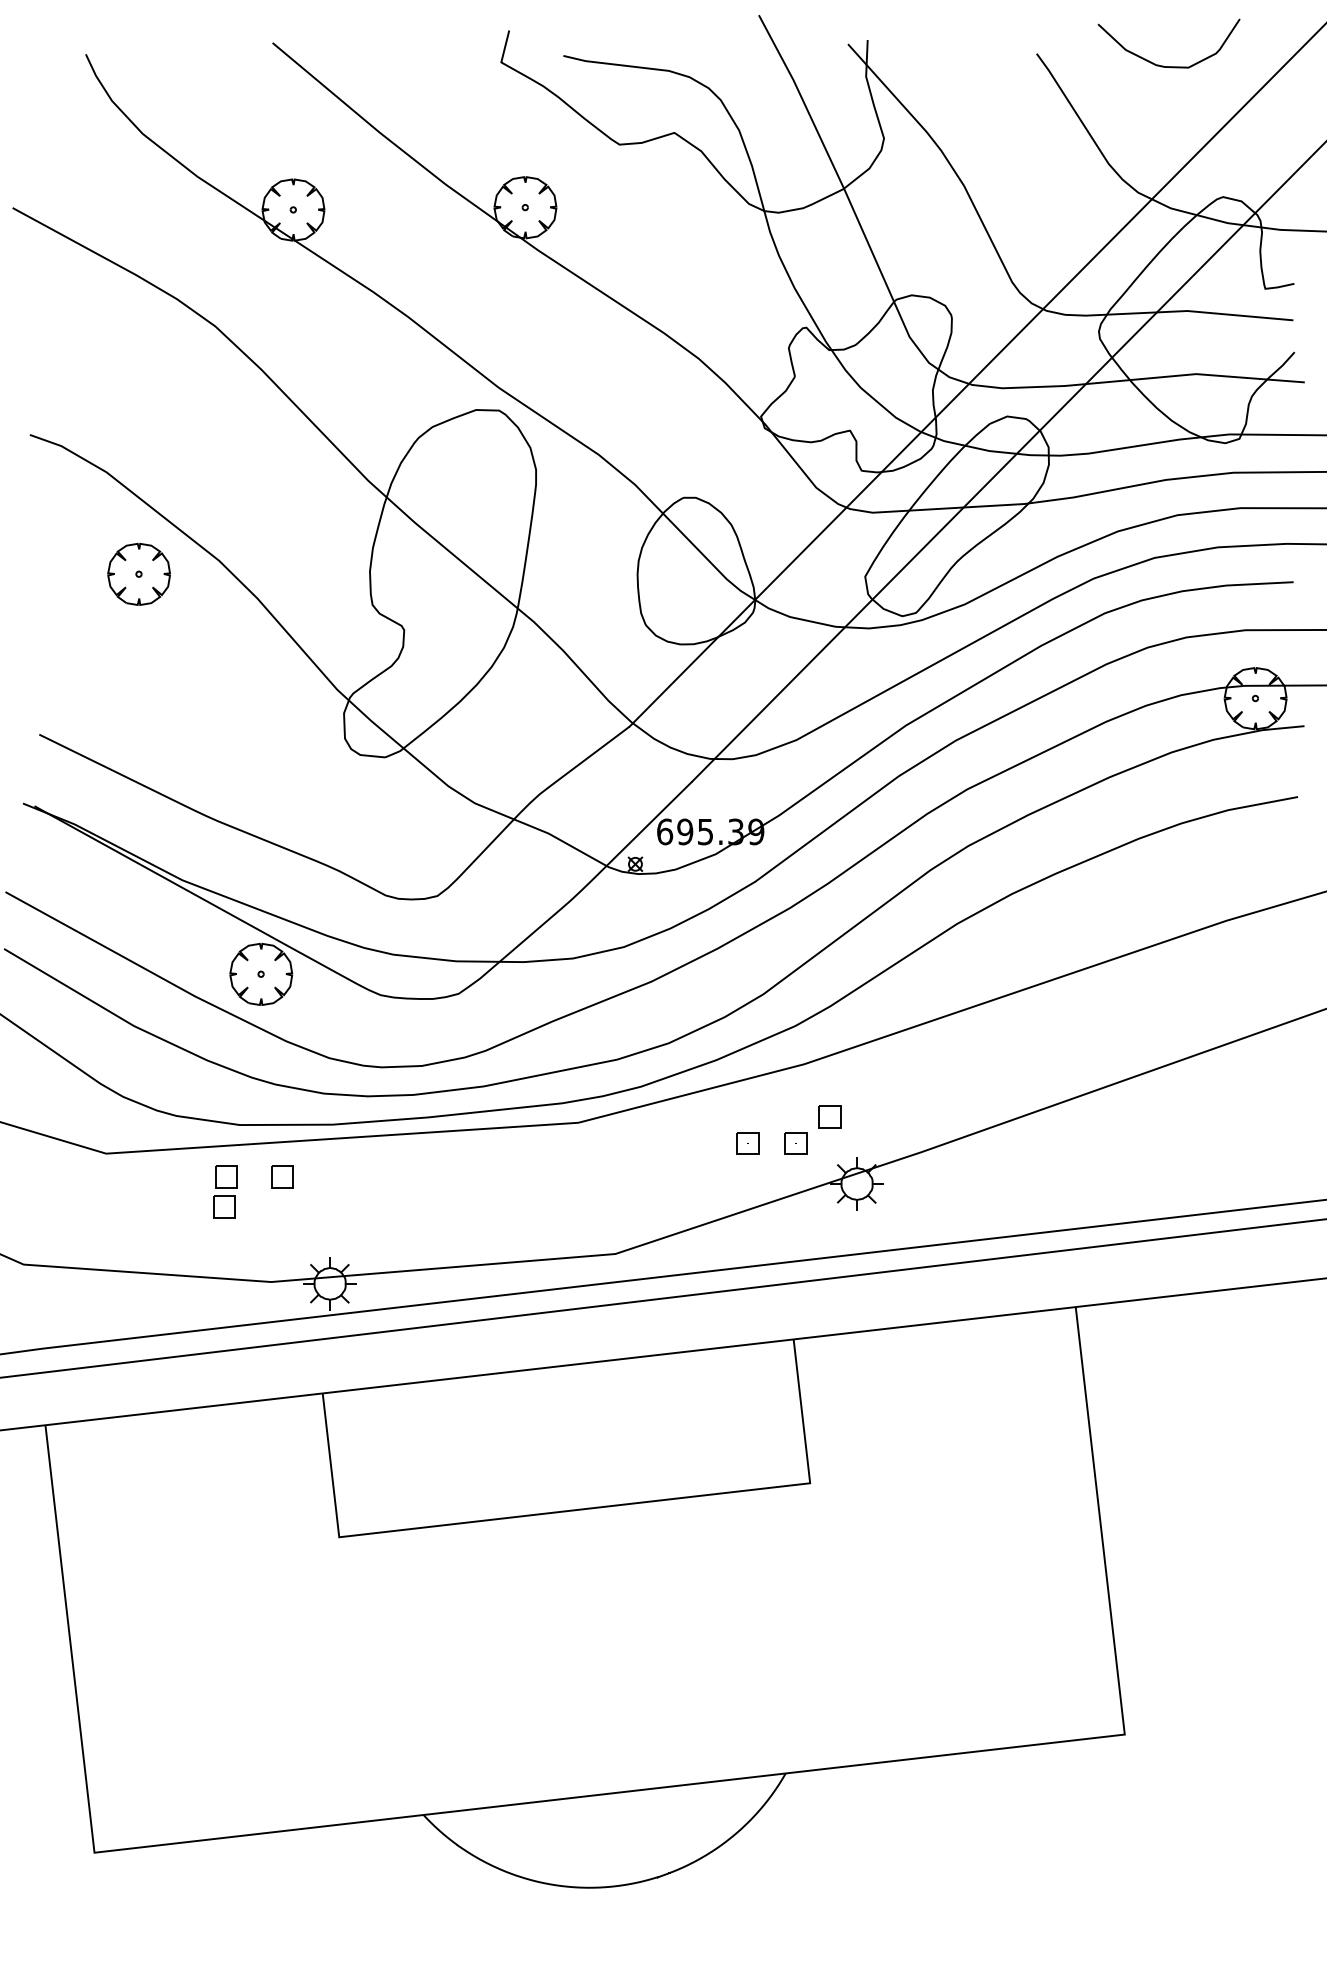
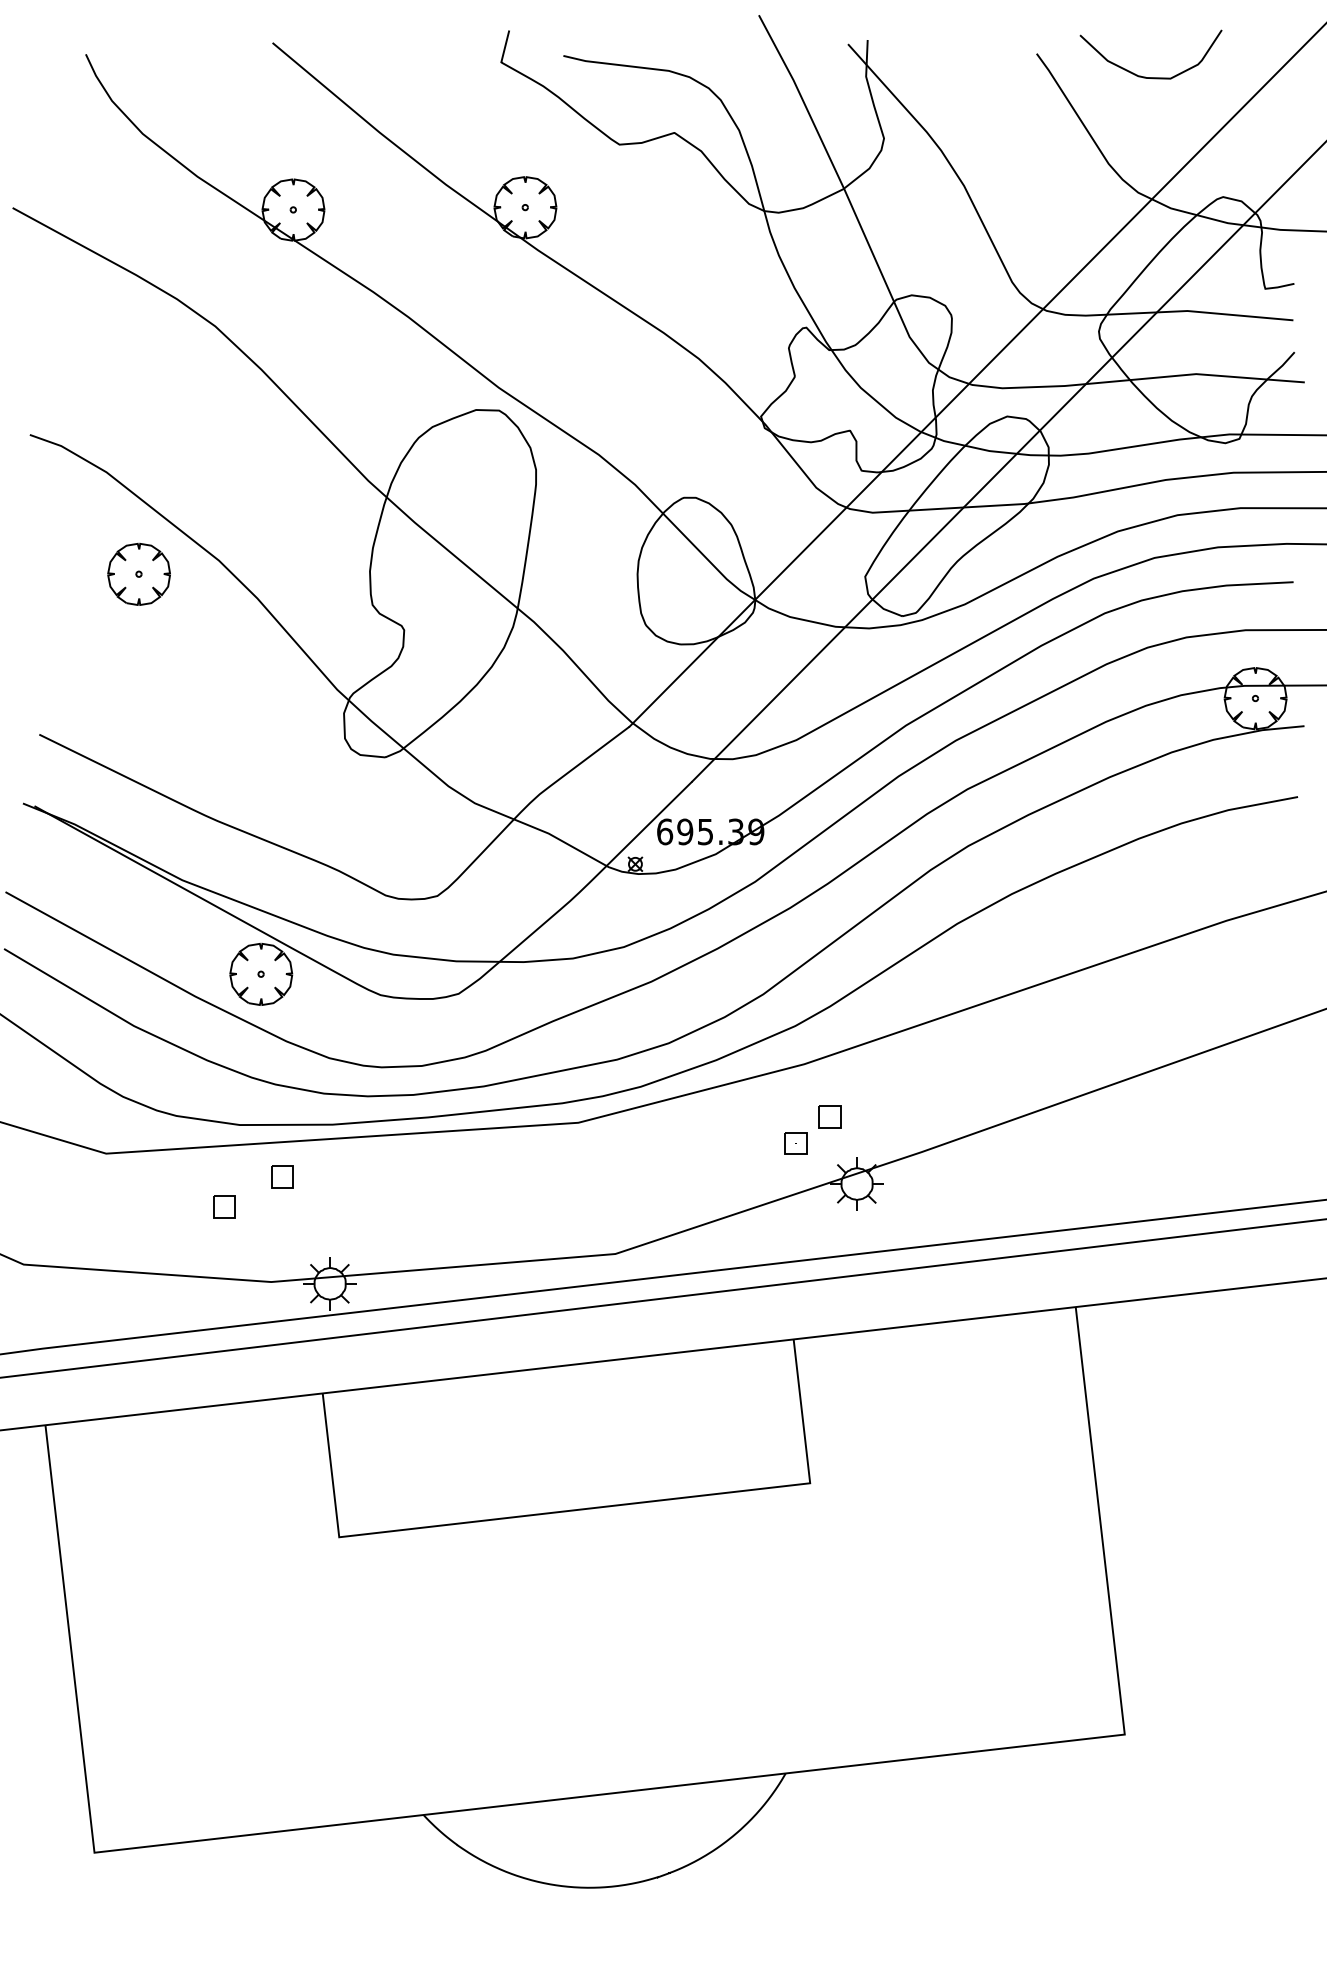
curve at (1163, 65) position: (1163, 65) -> (1145, 76)
part at (747, 1143): present -> none
part at (226, 1176): present -> none
